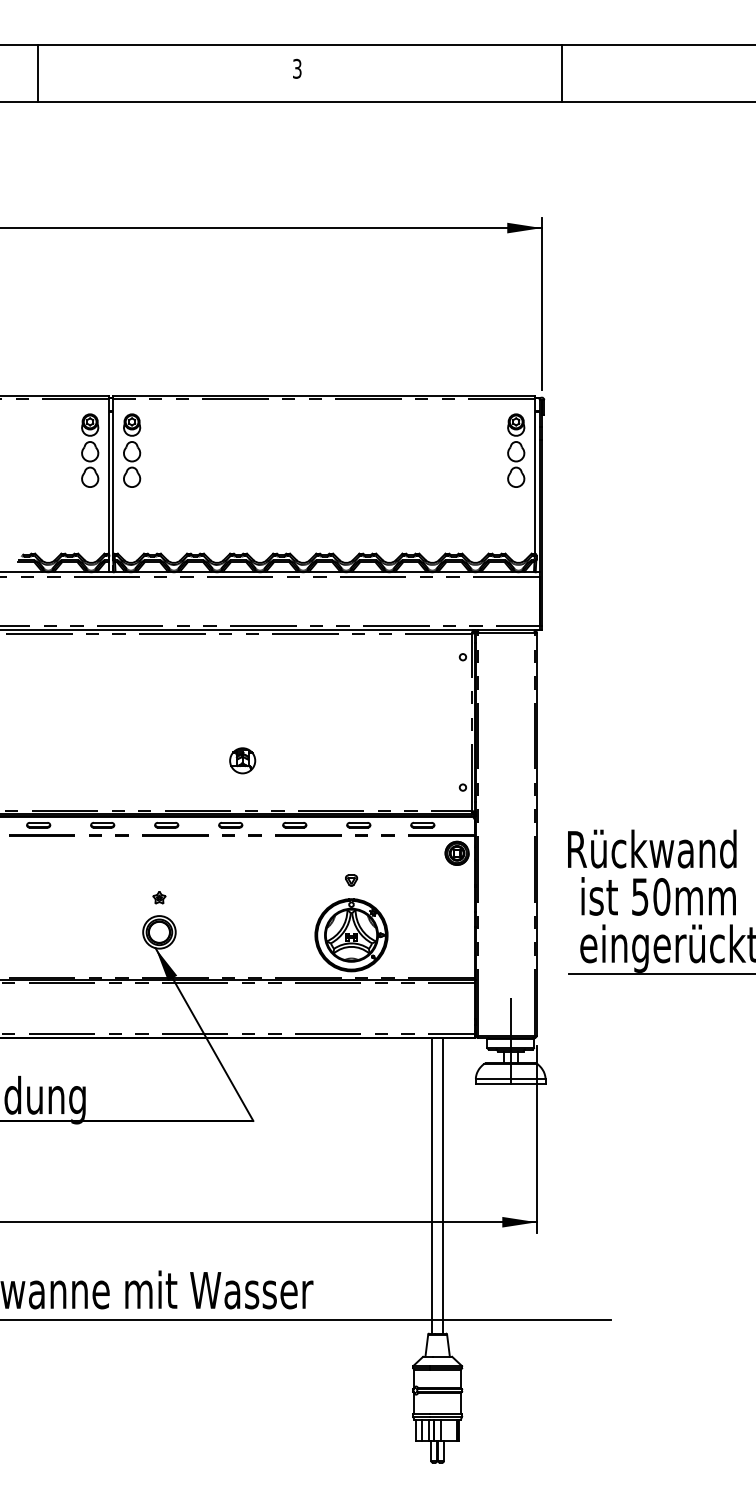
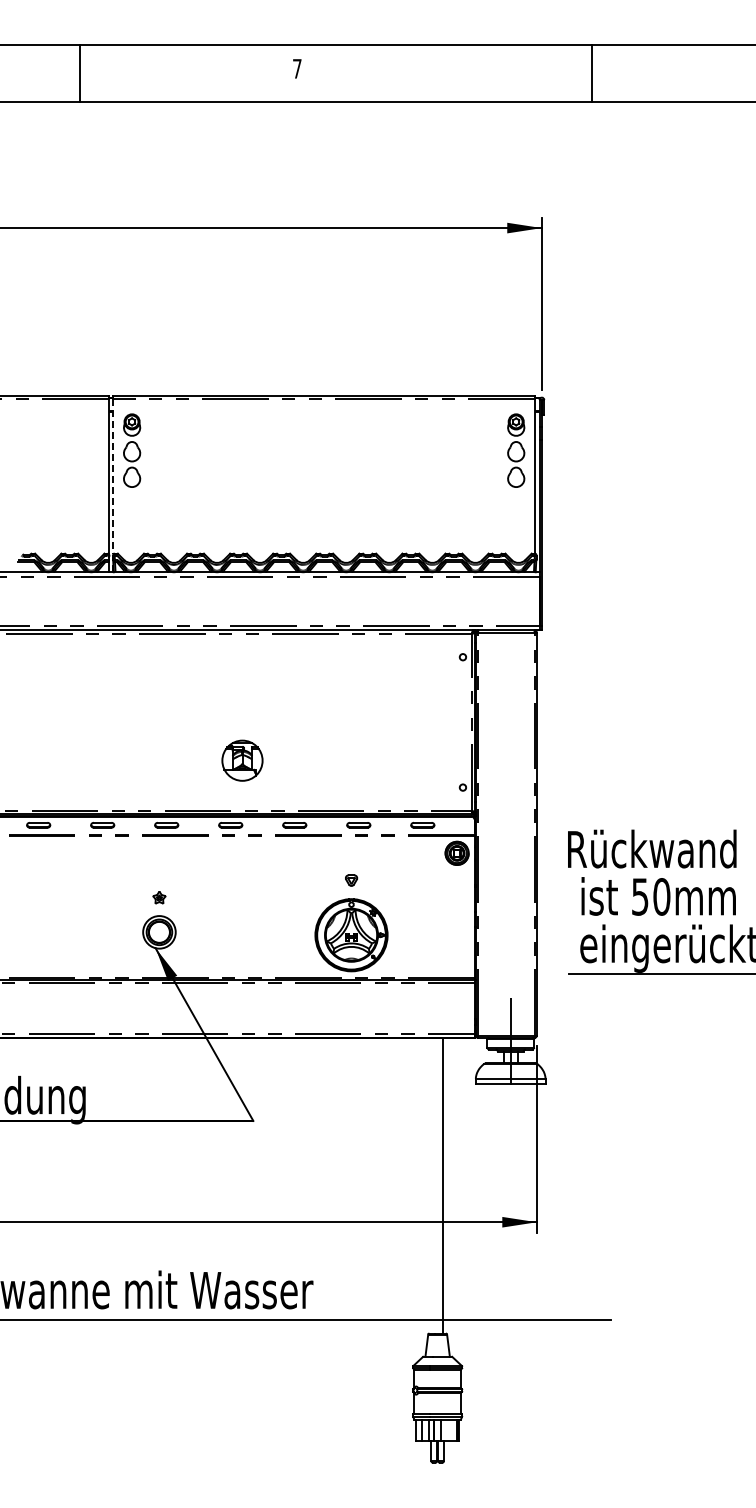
text at (297, 68): 3 -> 7
line at (38, 73) position: (38, 73) -> (80, 73)
line at (562, 73) position: (562, 73) -> (592, 73)
part at (90, 450): present -> none
line at (113, 476): solid -> dashed
part at (242, 760) size: 28x28 px -> 43x43 px
line at (431, 1185): present -> none
